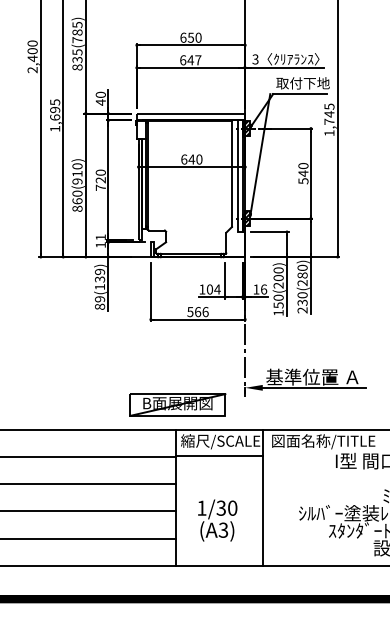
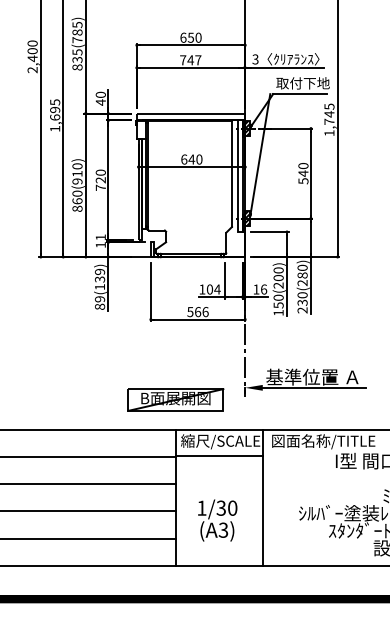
text at (183, 60): 647 -> 747
part at (177, 404) position: (177, 404) -> (175, 399)
